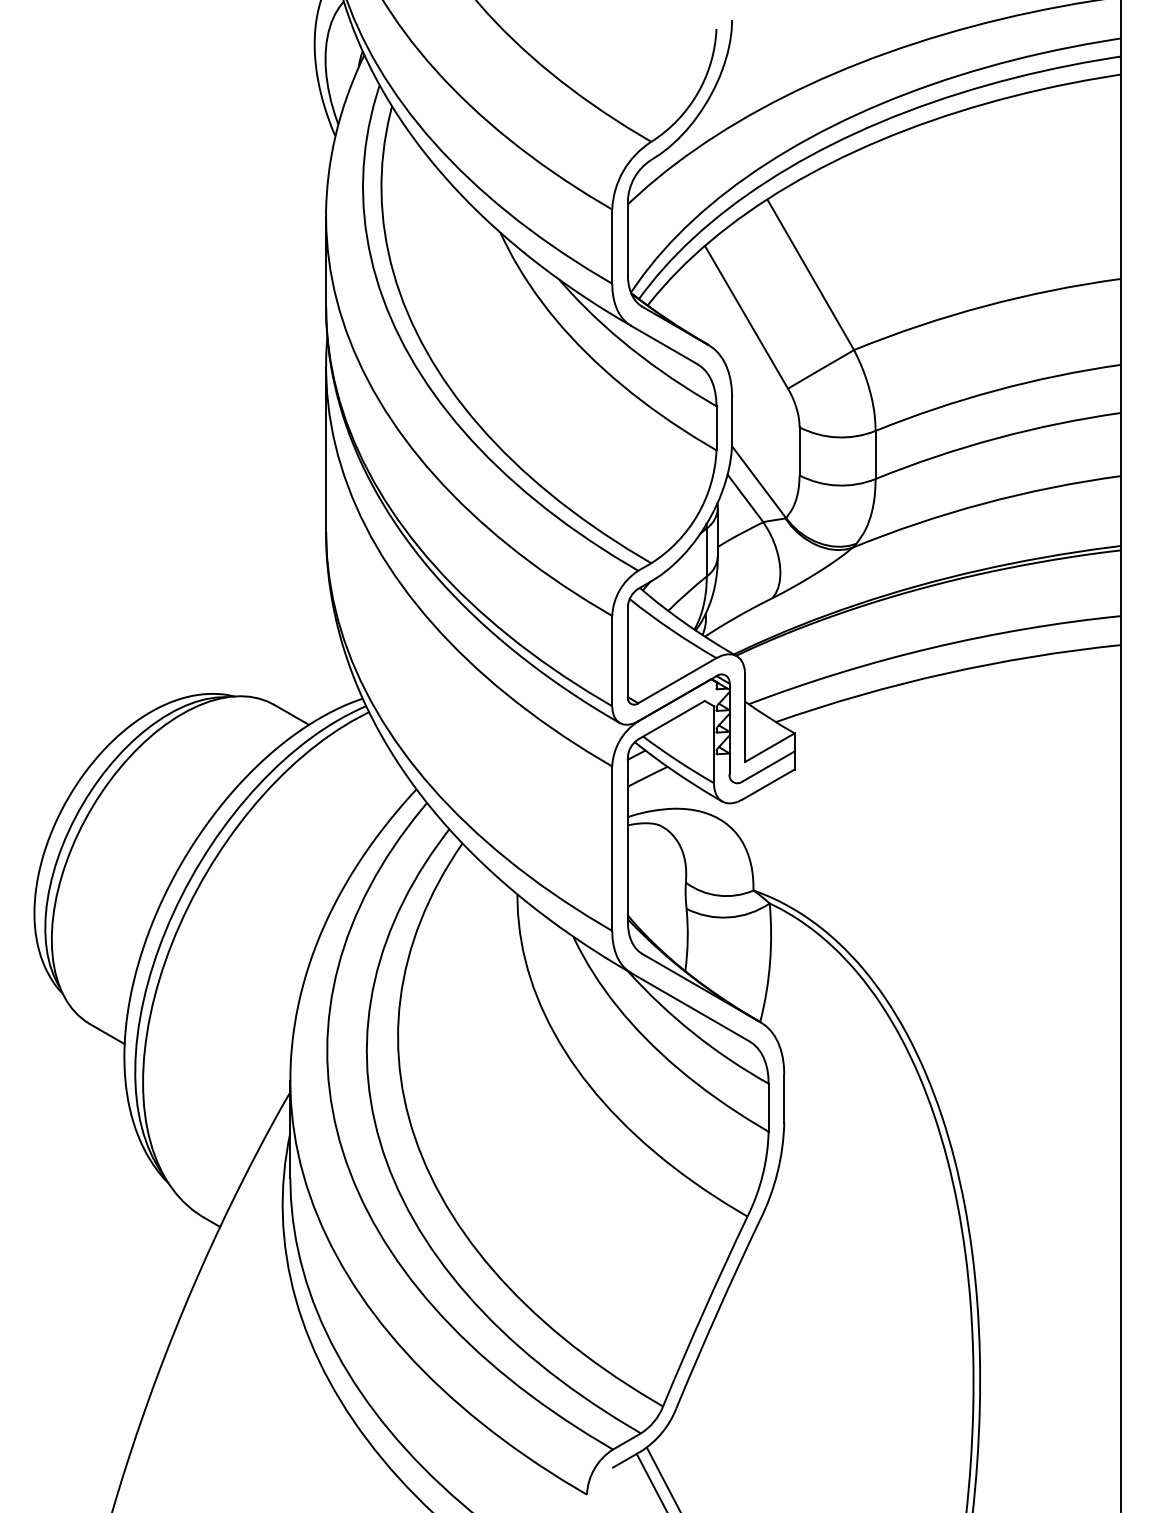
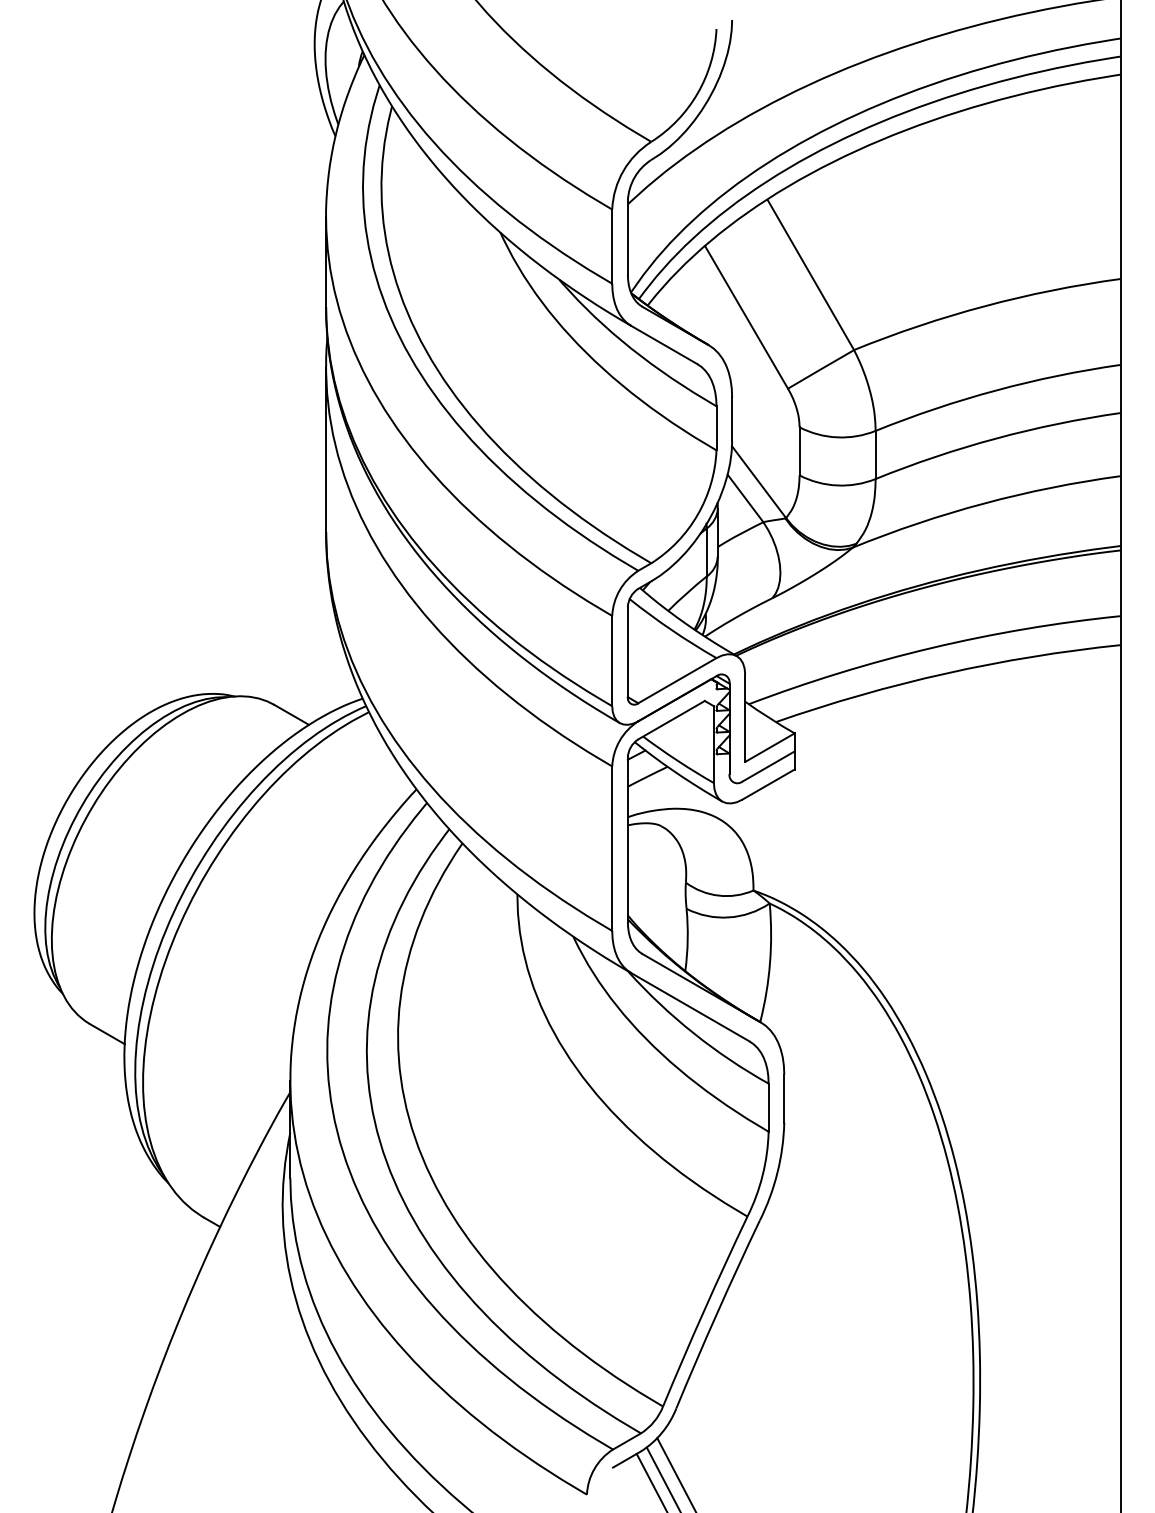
line at (675, 1473): none -> present
